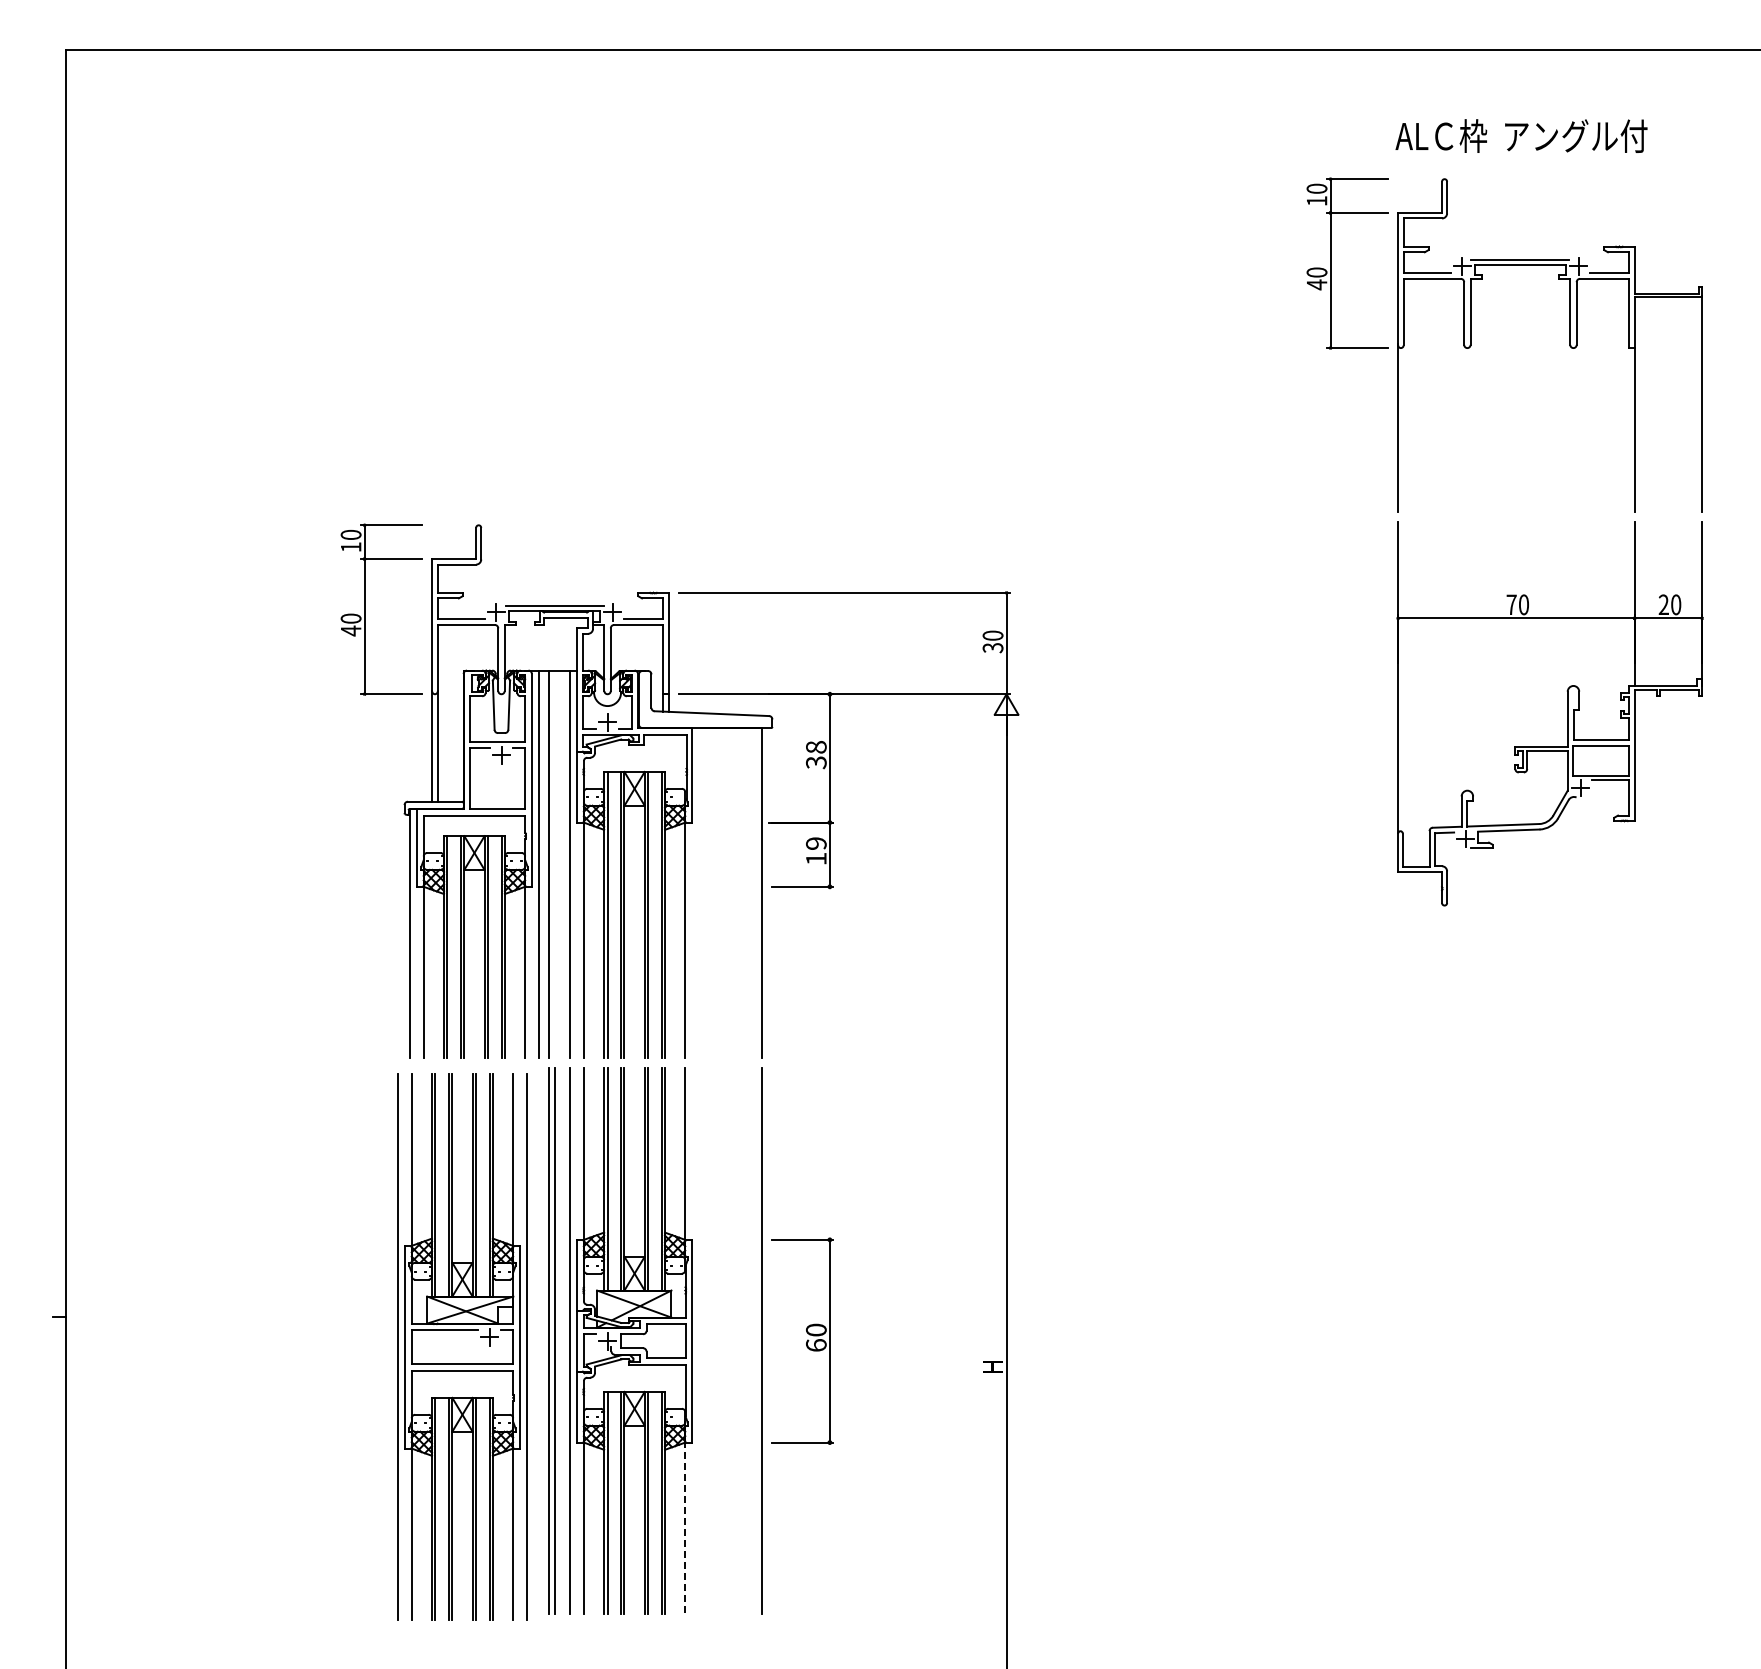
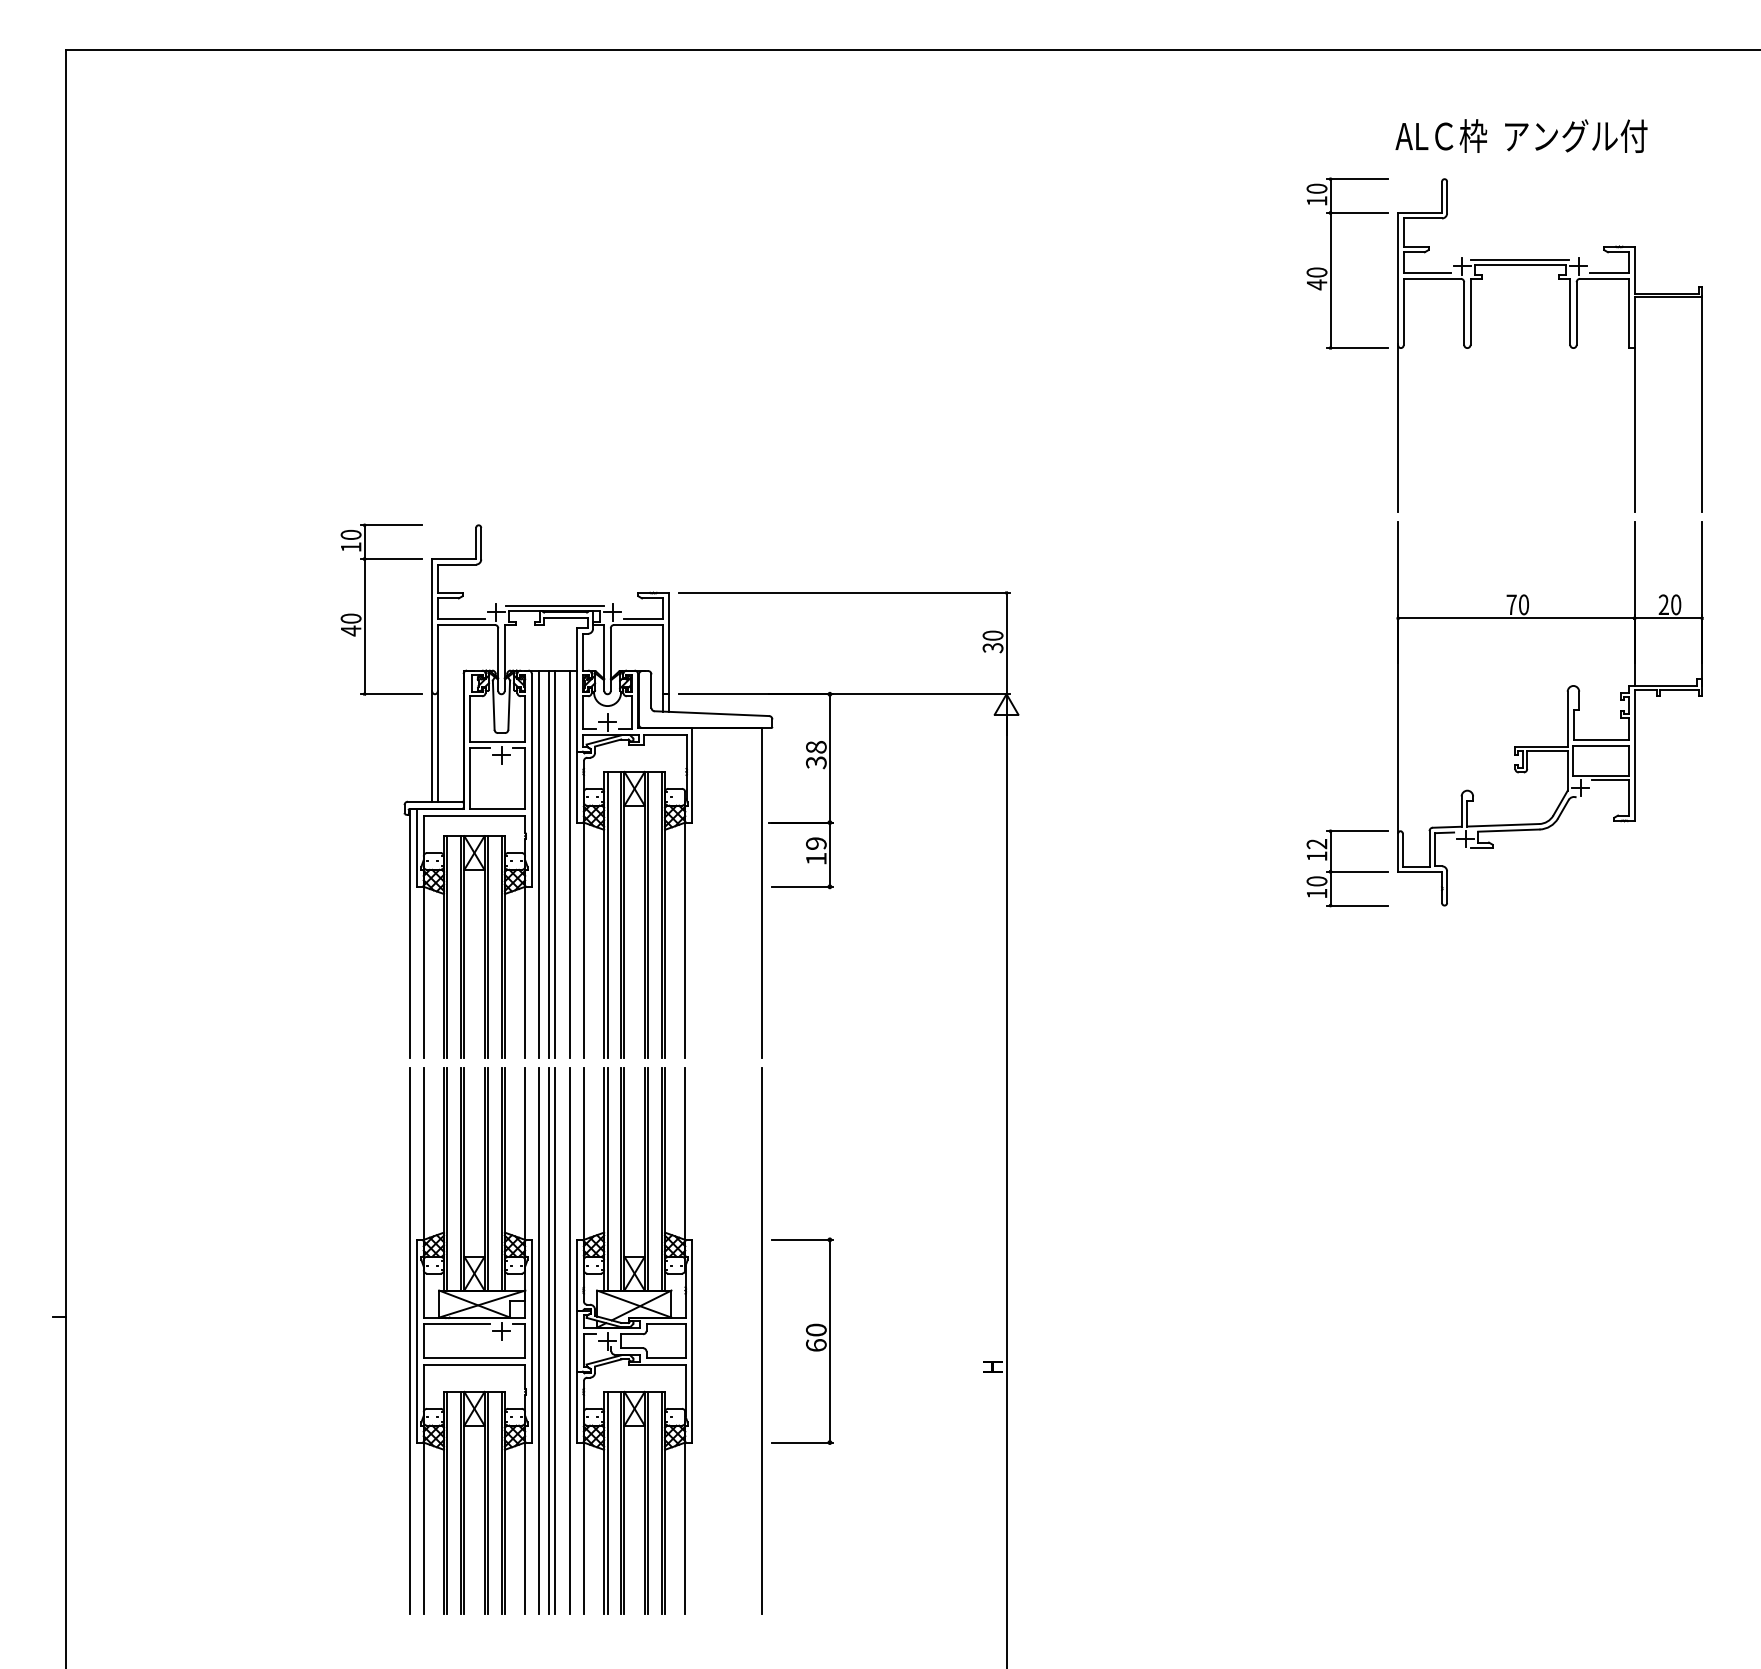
line at (554, 864): none -> present
part at (1347, 868): none -> present
part at (462, 1346) position: (462, 1346) -> (474, 1340)
line at (685, 1527): dashed -> solid
